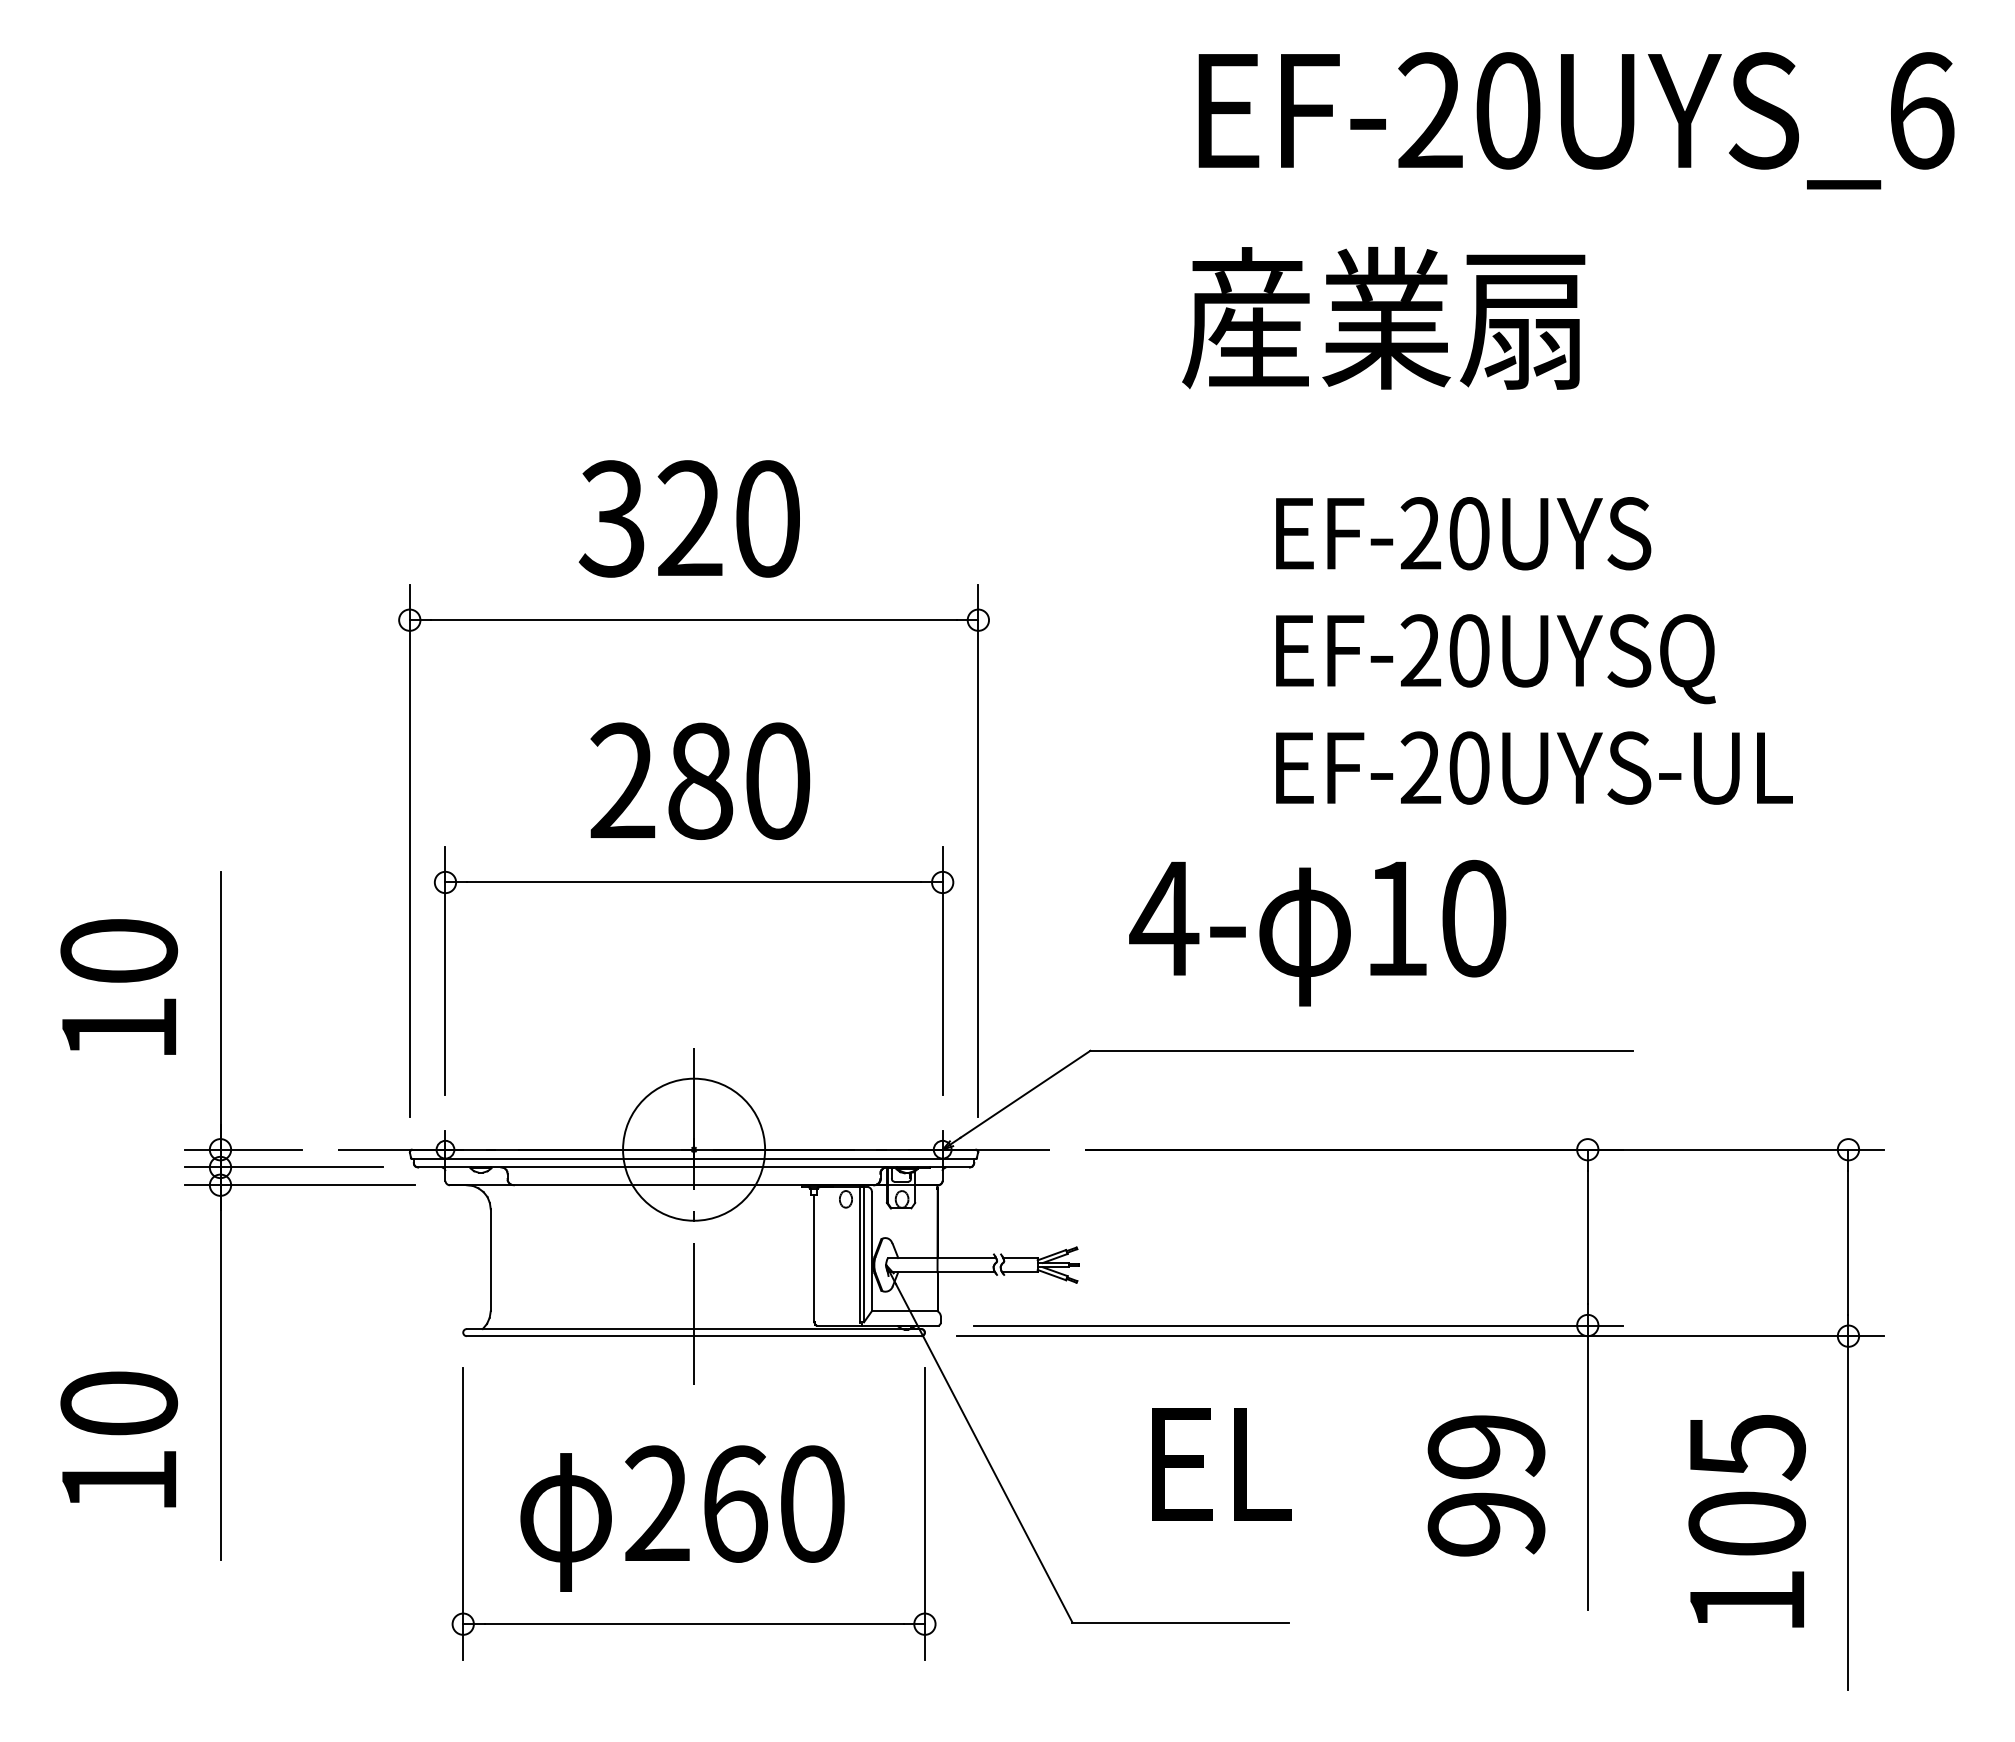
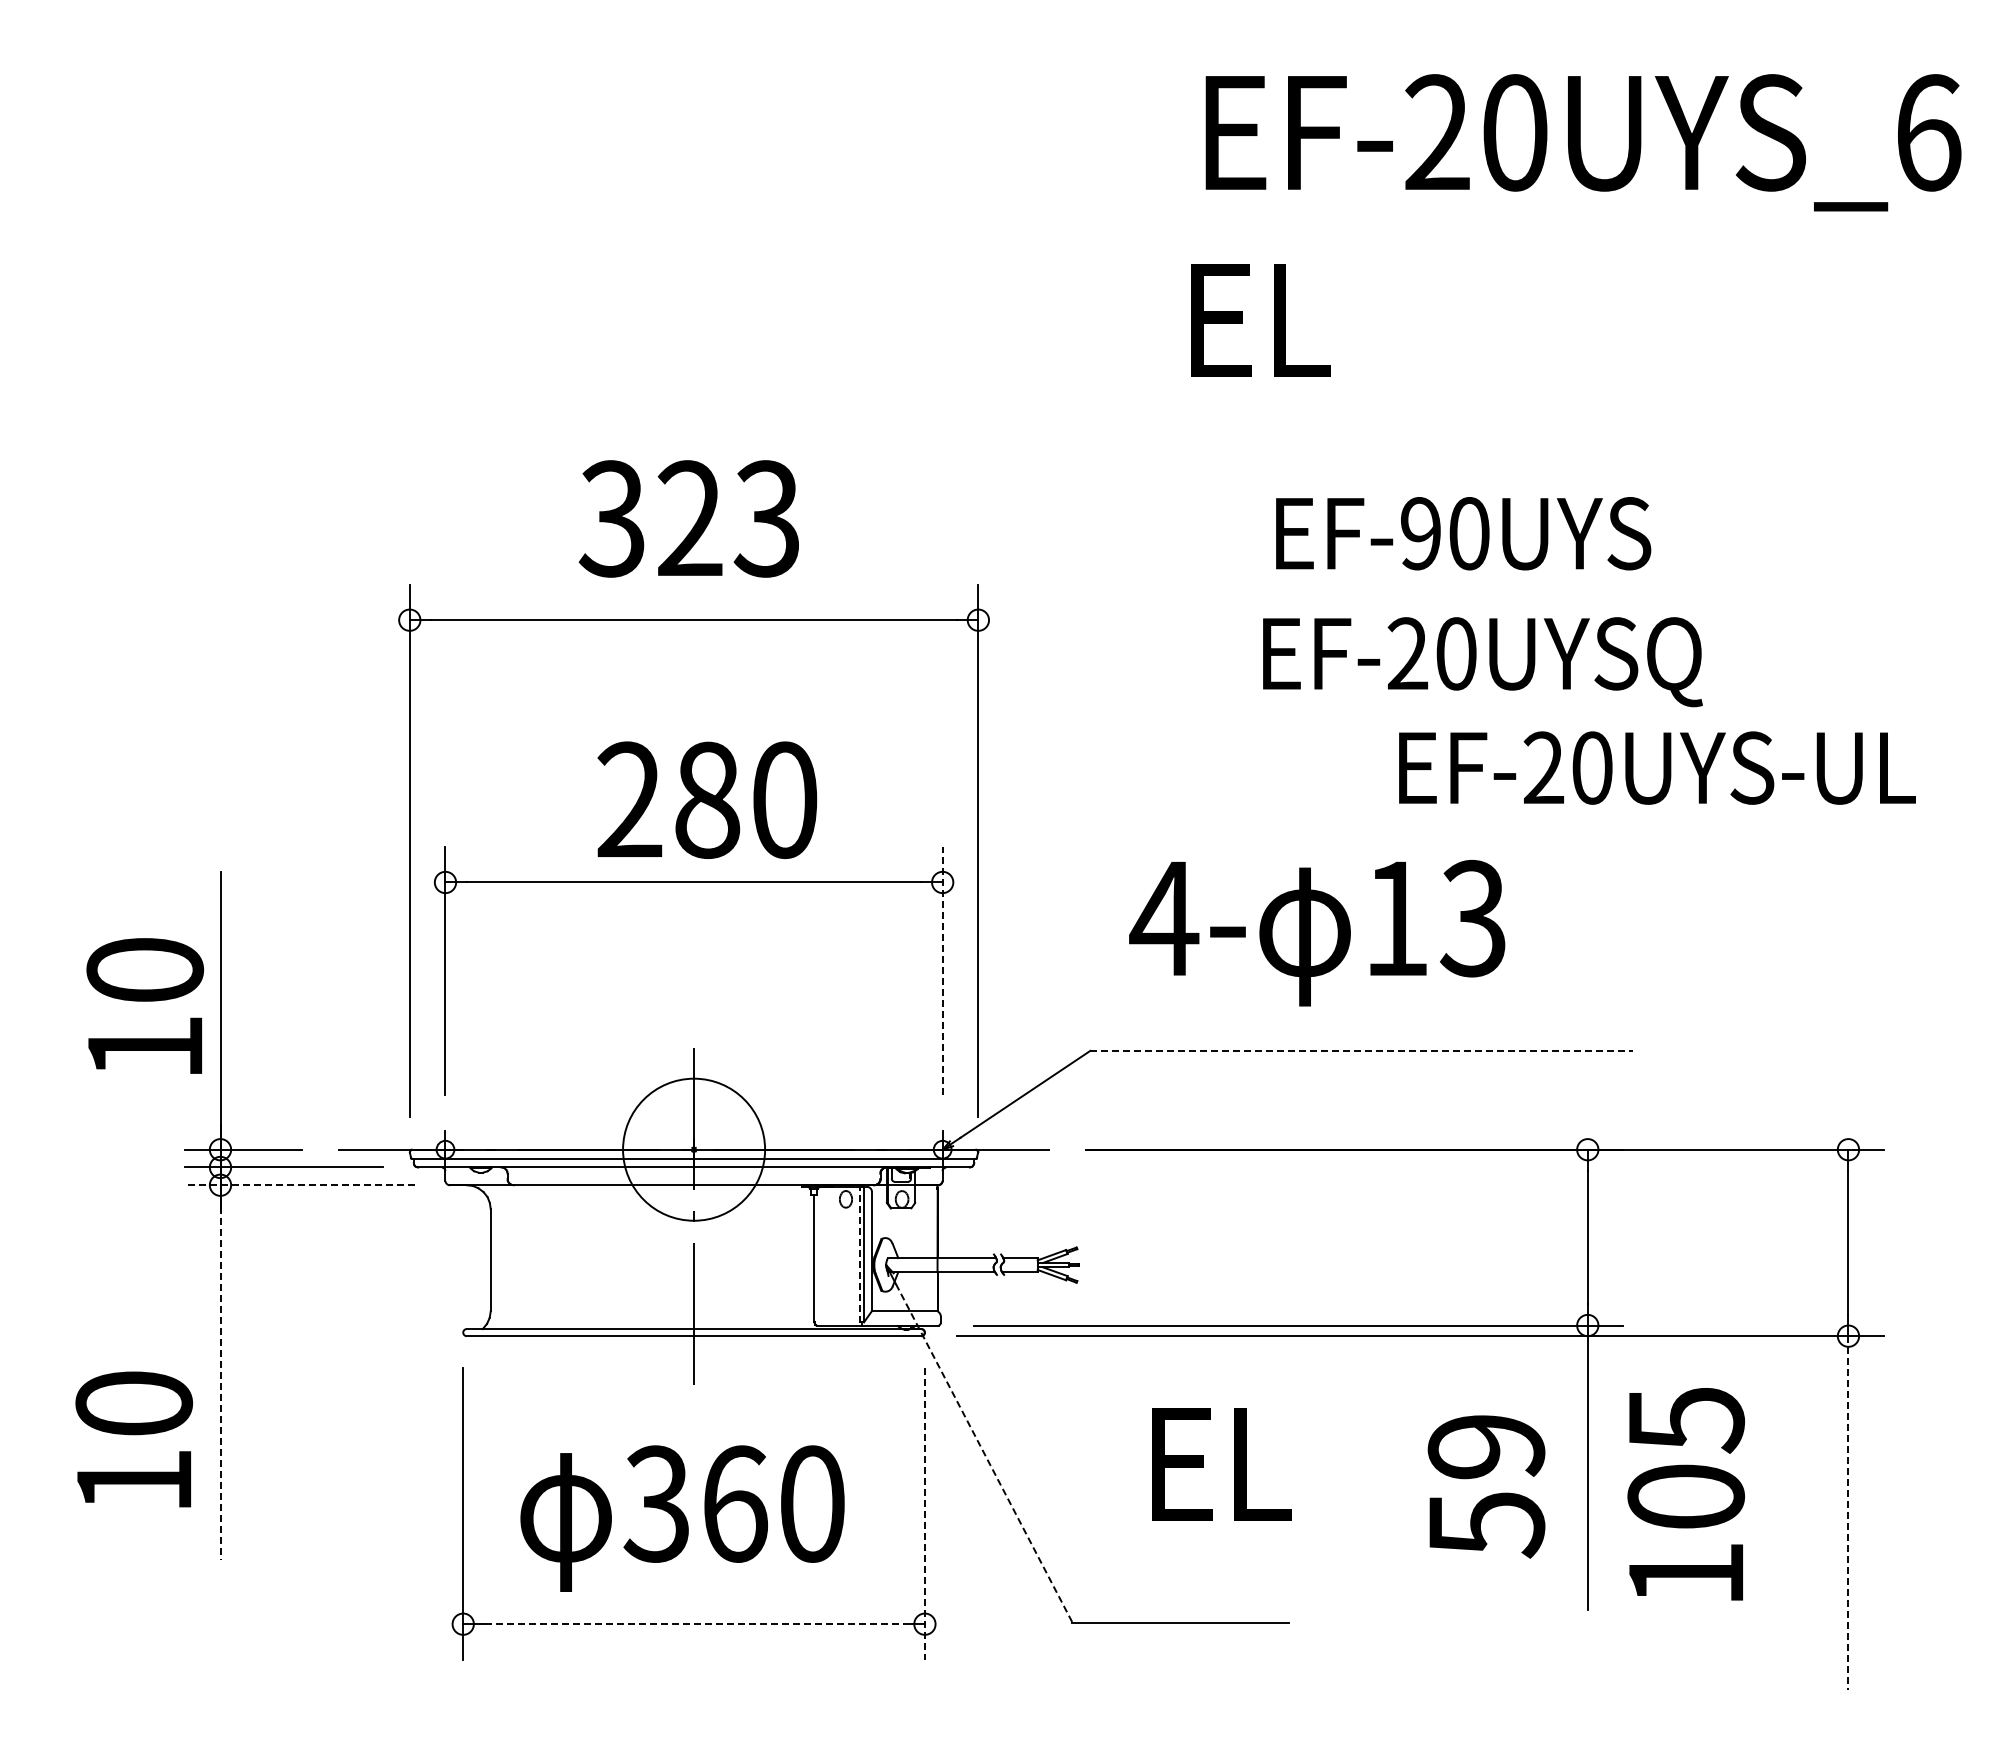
text at (1576, 120) position: (1576, 120) -> (1583, 142)
text at (1383, 317): 産業扇 -> EL
text at (766, 518): 320 -> 323
text at (1420, 533): EF-20UYS -> EF-90UYS
text at (1495, 659) position: (1495, 659) -> (1482, 662)
text at (1534, 767) position: (1534, 767) -> (1657, 767)
text at (700, 780) position: (700, 780) -> (707, 799)
text at (1473, 918): 10 -> 13
line at (942, 970): solid -> dashed
text at (118, 986) position: (118, 986) -> (144, 1005)
line at (1361, 1050): solid -> dashed
line at (299, 1185): solid -> dashed
line at (859, 1254): solid -> dashed
line at (220, 1383): solid -> dashed
text at (119, 1439) position: (119, 1439) -> (134, 1439)
line at (984, 1453): solid -> dashed
text at (656, 1503): 260 -> 360
line at (924, 1513): solid -> dashed
line at (1848, 1513): solid -> dashed
text at (1746, 1521) position: (1746, 1521) -> (1685, 1494)
text at (1486, 1525): 99 -> 59
line at (694, 1624): solid -> dashed
